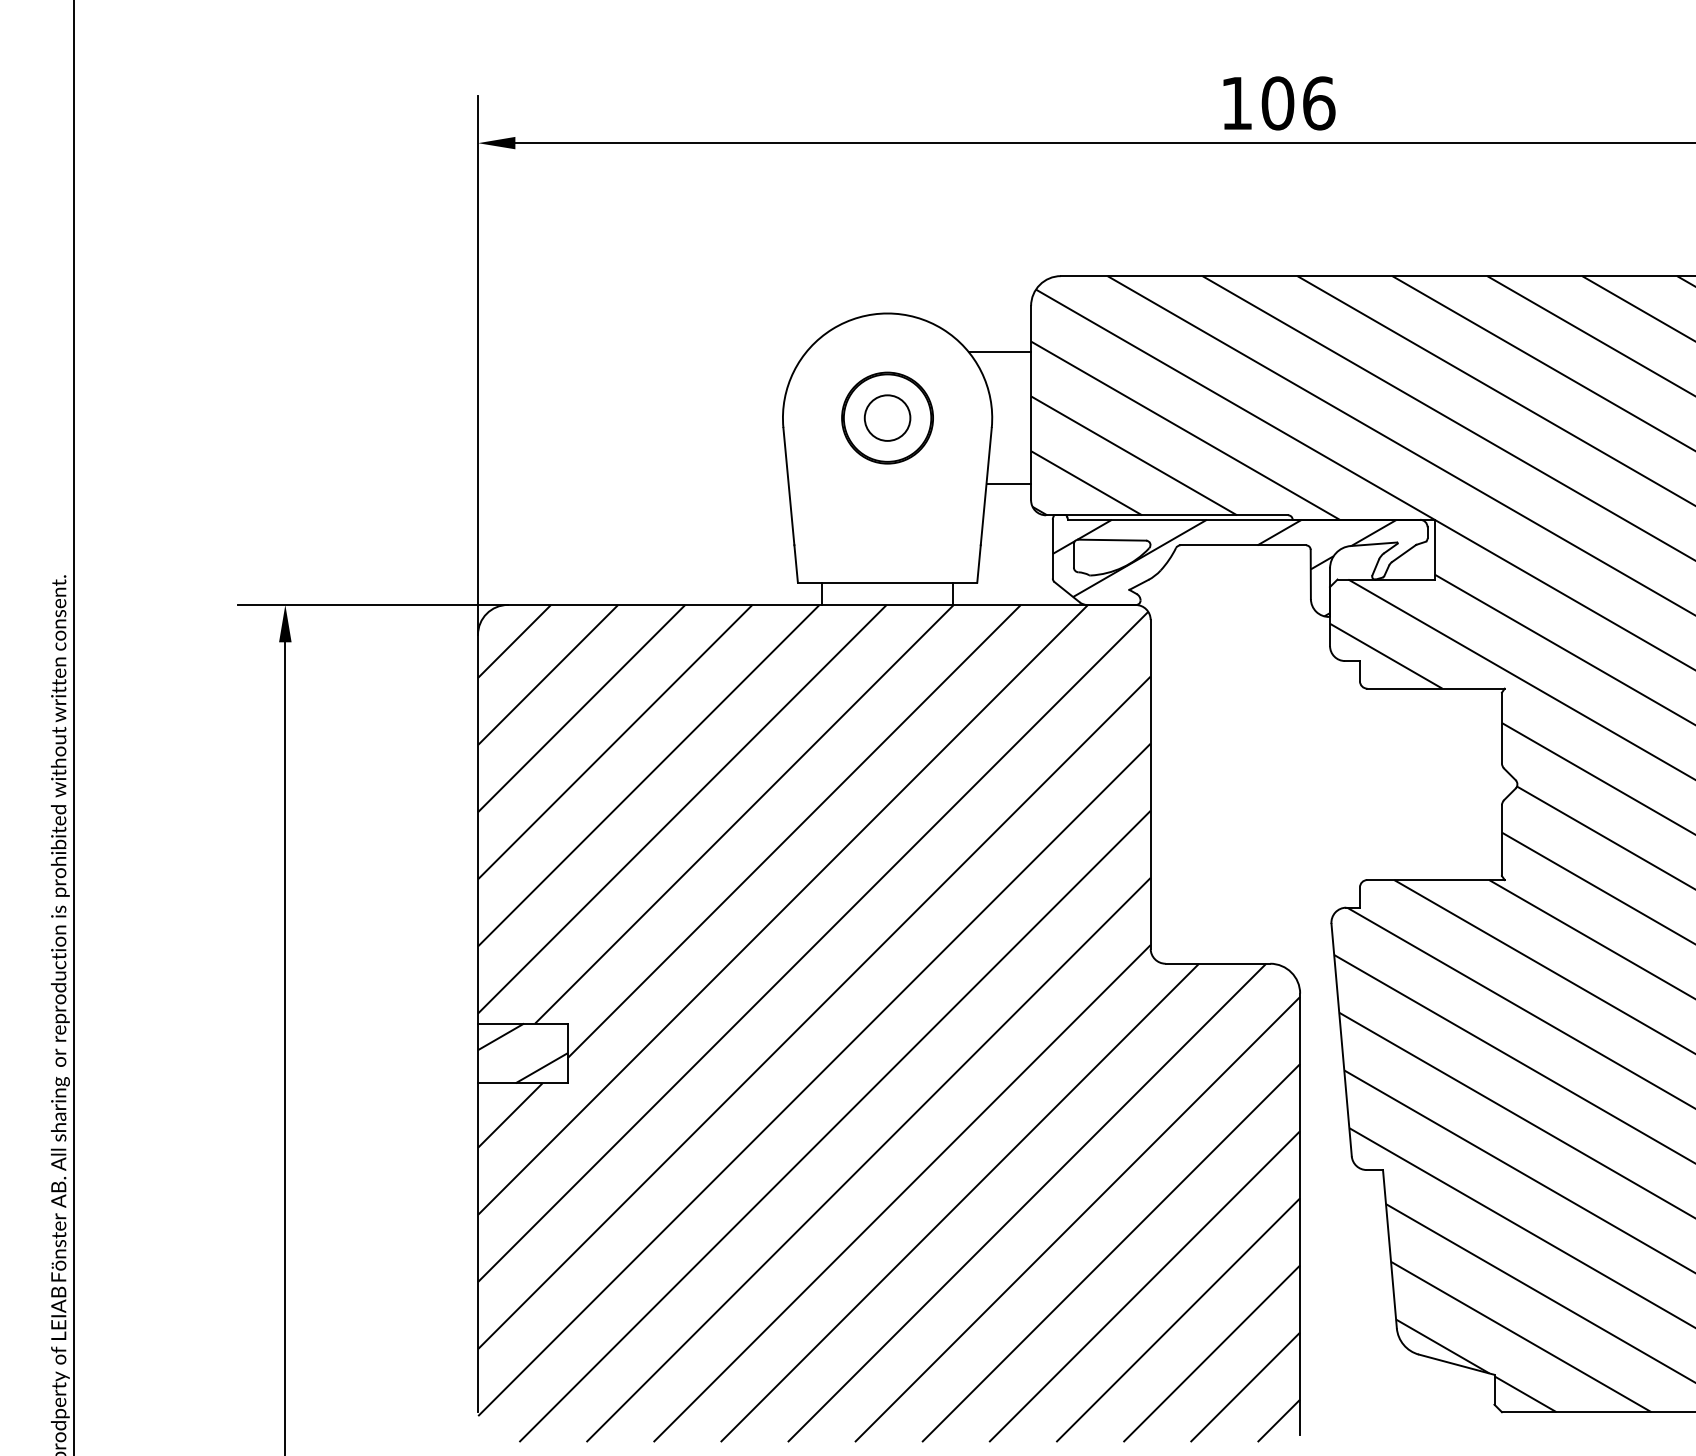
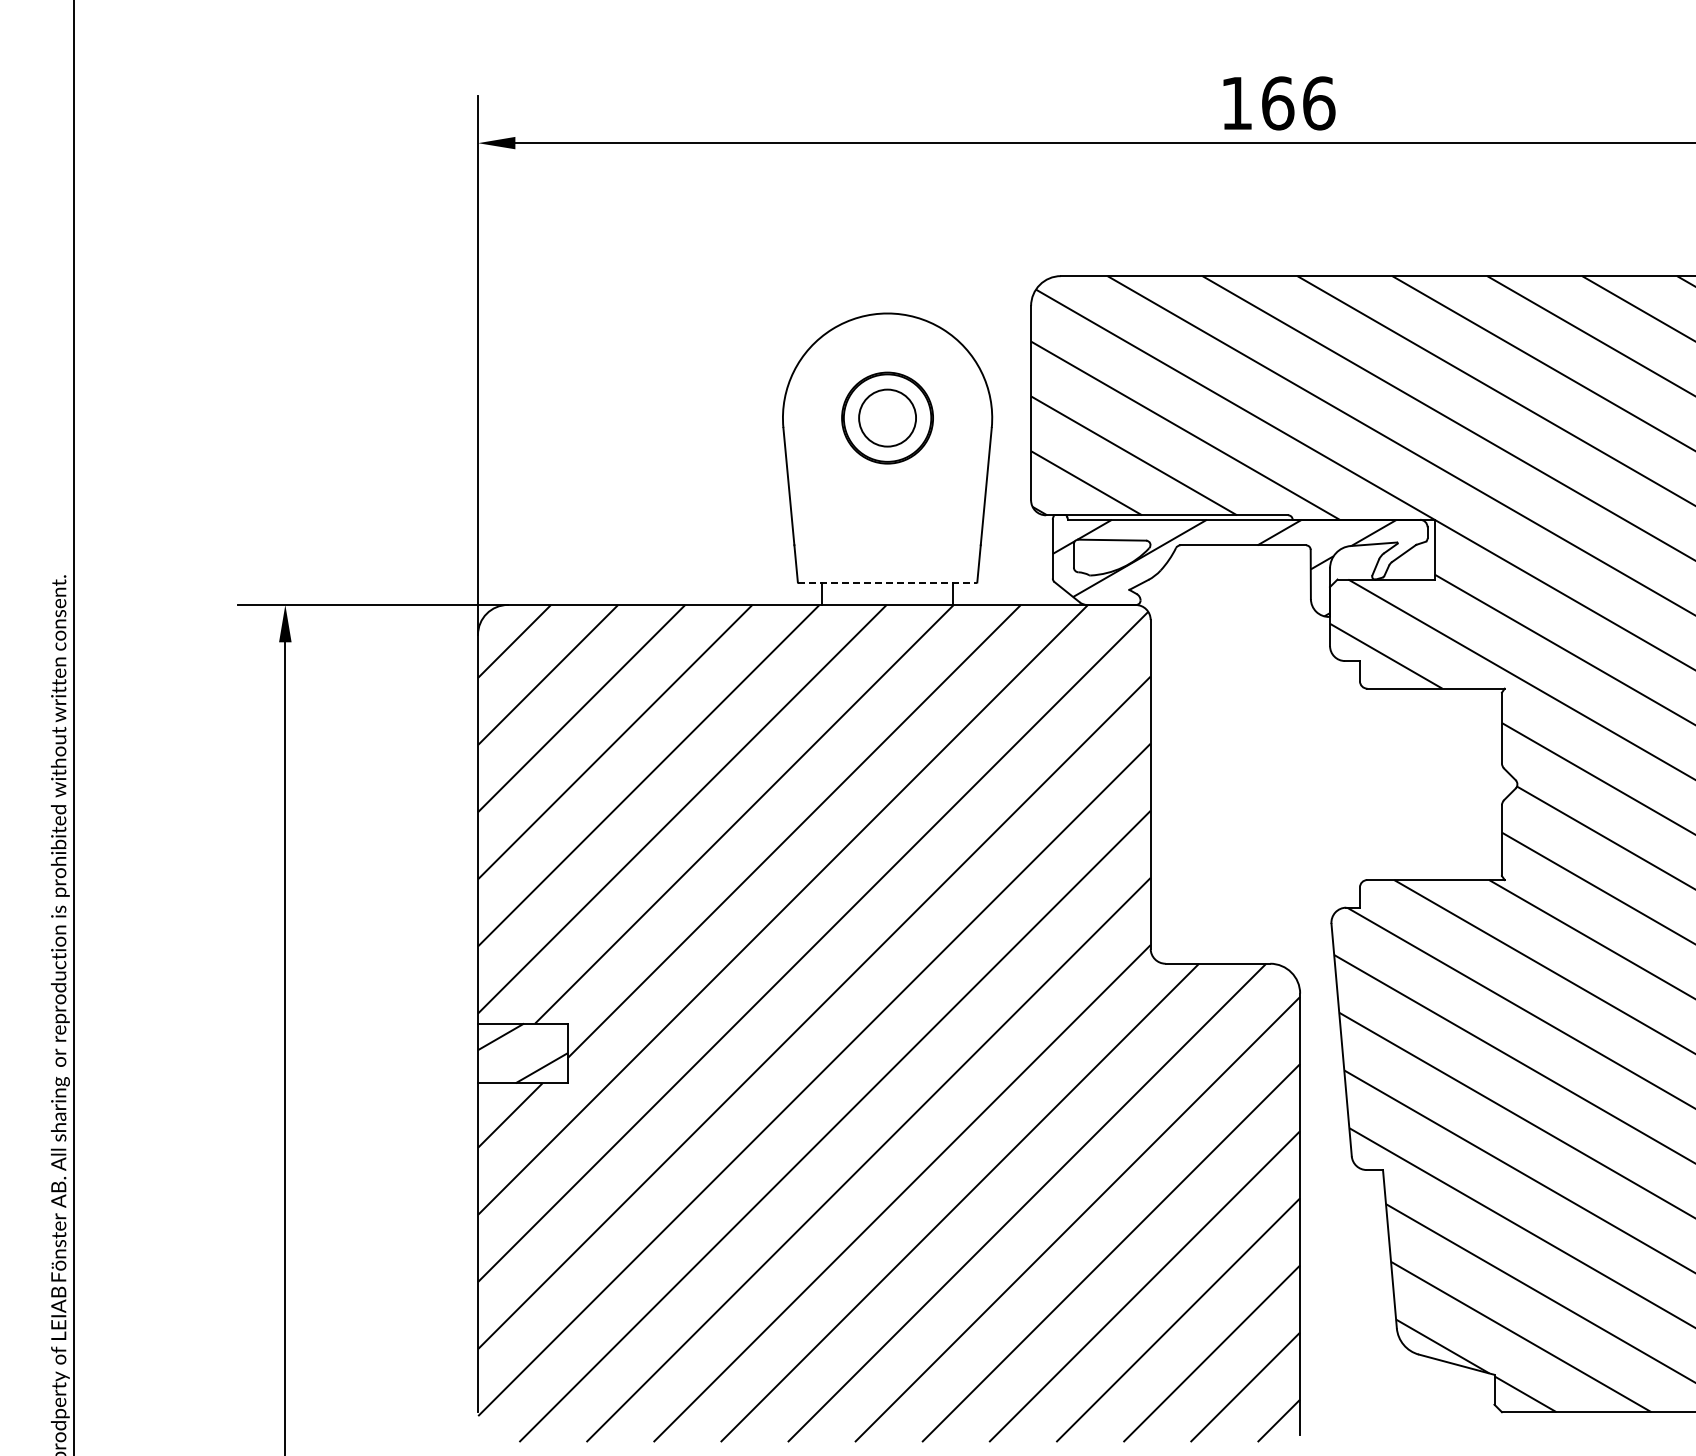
text at (1277, 103): 106 -> 166
line at (999, 352): present -> none
circle at (887, 417) diameter: 46 px -> 57 px
line at (1008, 483): present -> none
line at (887, 582): solid -> dashed
